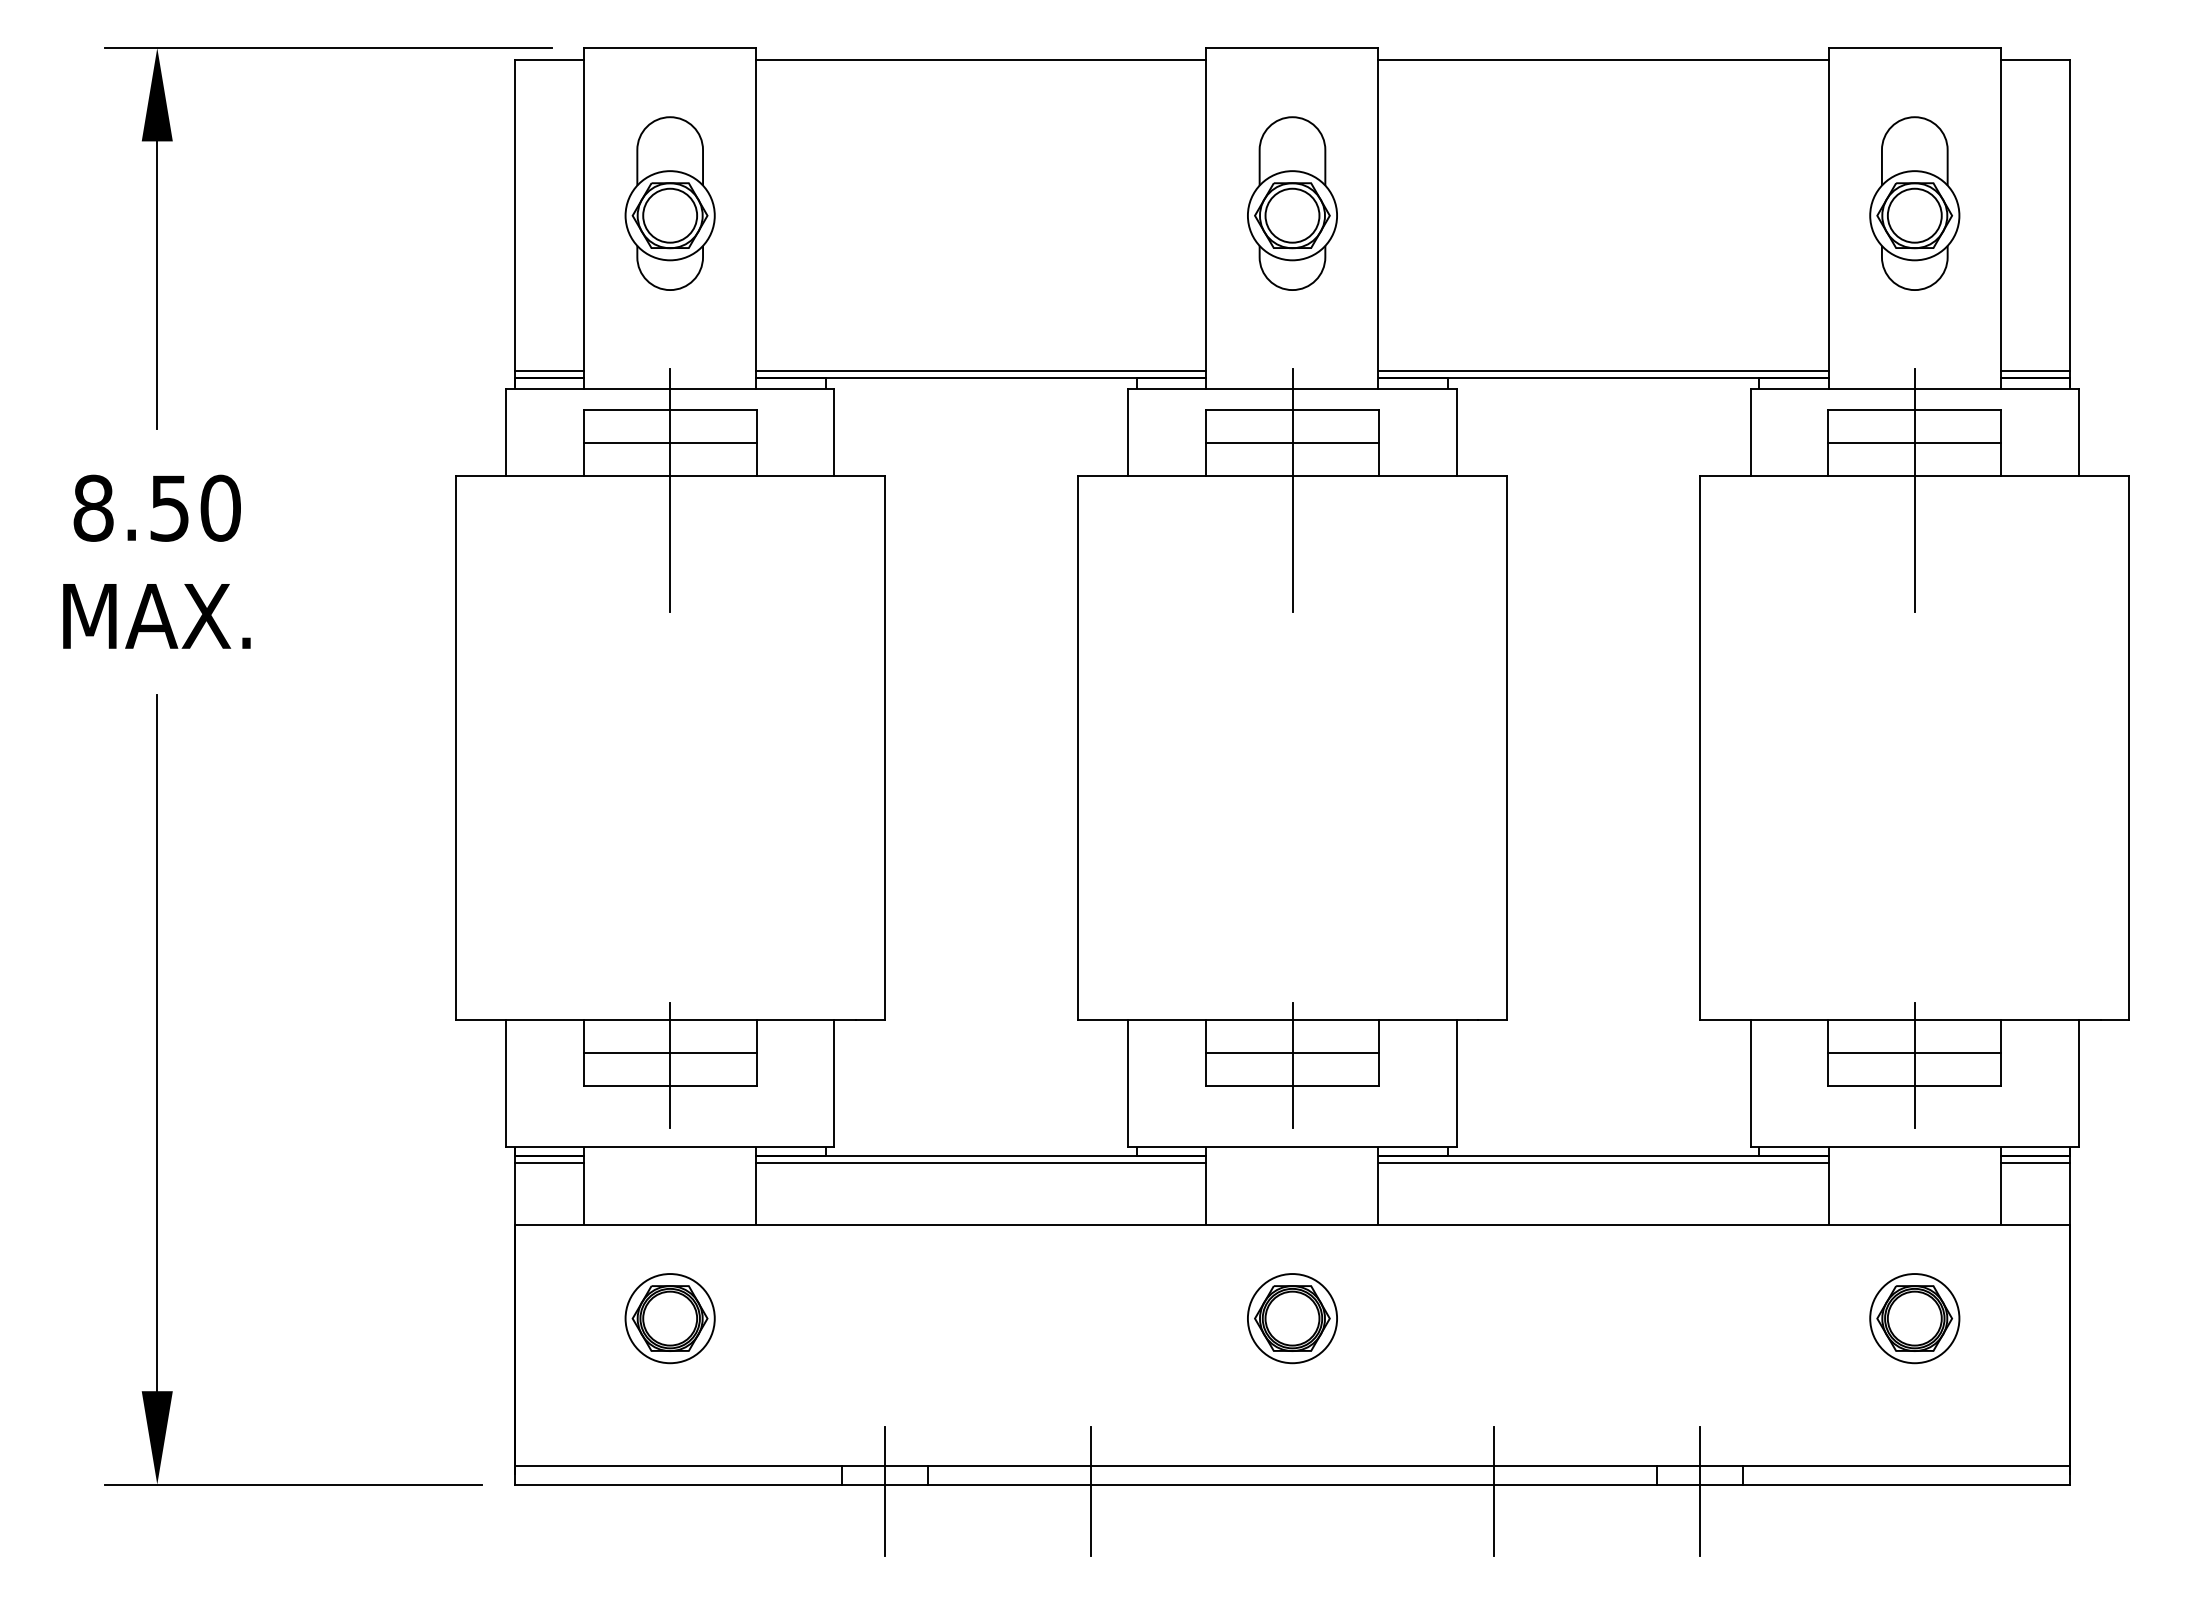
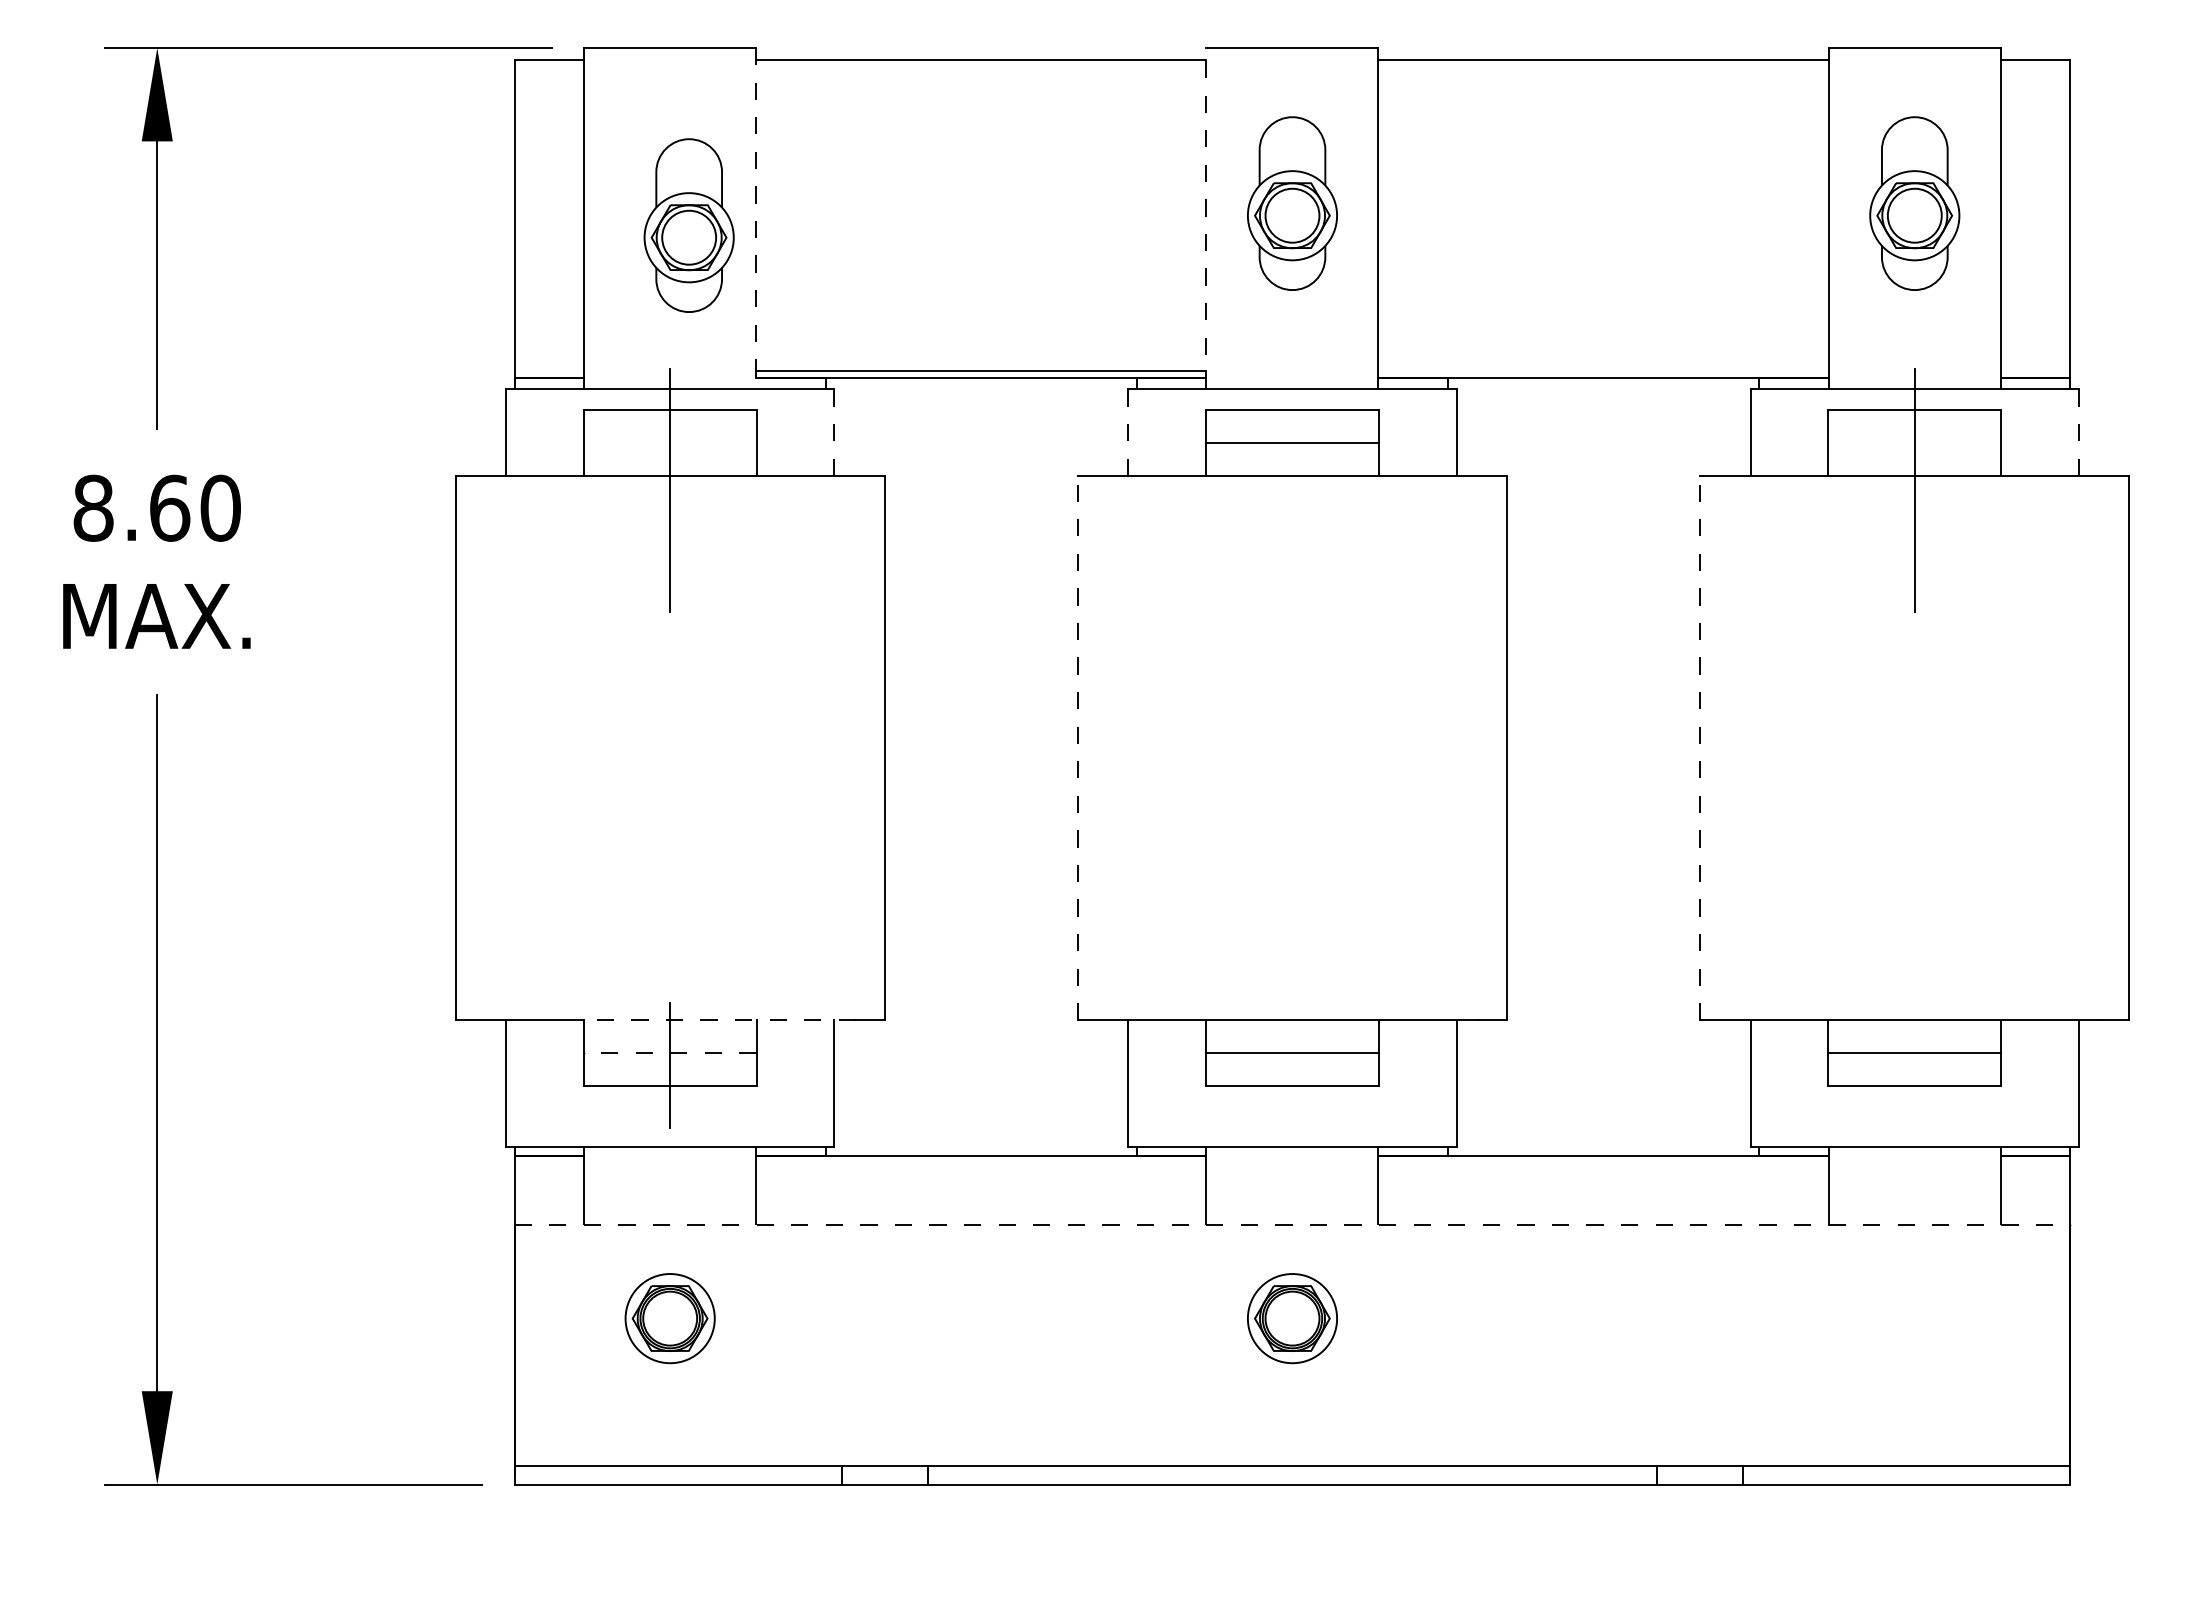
part at (669, 203) position: (669, 203) -> (688, 225)
line at (756, 218): solid -> dashed
line at (1206, 218): solid -> dashed
line at (549, 371): present -> none
line at (1603, 371): present -> none
line at (2035, 371): present -> none
line at (1128, 432): solid -> dashed
line at (834, 433): solid -> dashed
line at (2079, 433): solid -> dashed
line at (669, 443): present -> none
line at (1914, 443): present -> none
line at (1292, 490): present -> none
text at (170, 507): 8.50 -> 8.60
line at (1078, 747): solid -> dashed
line at (1700, 747): solid -> dashed
line at (719, 1020): solid -> dashed
line at (669, 1053): solid -> dashed
line at (1292, 1065): present -> none
line at (1914, 1065): present -> none
line at (549, 1163): present -> none
line at (981, 1163): present -> none
line at (1603, 1163): present -> none
line at (2035, 1163): present -> none
line at (1292, 1225): solid -> dashed
part at (1914, 1318): present -> none
line at (884, 1490): present -> none
line at (1091, 1490): present -> none
line at (1493, 1490): present -> none
line at (1700, 1490): present -> none
